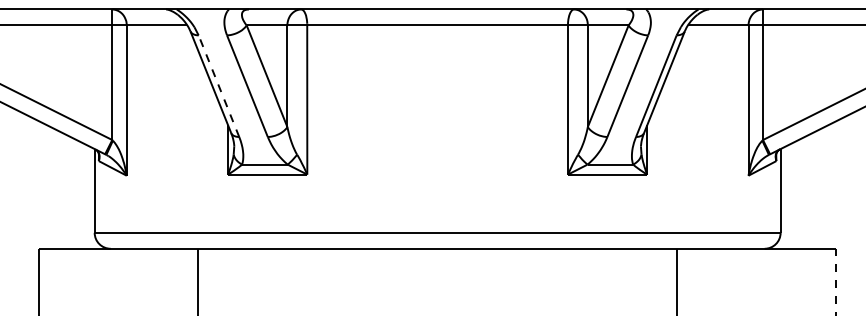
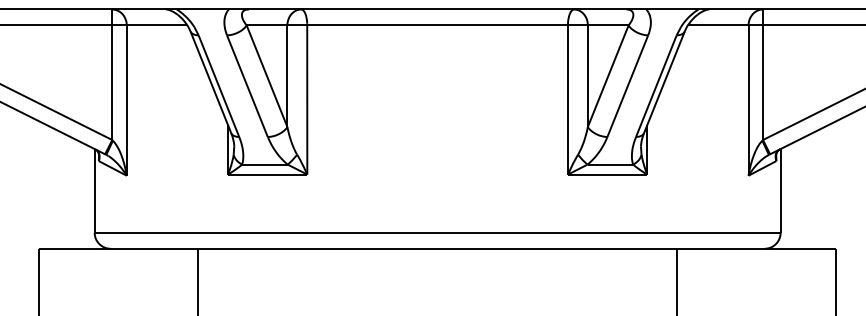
line at (218, 86): dashed -> solid
line at (836, 281): dashed -> solid
